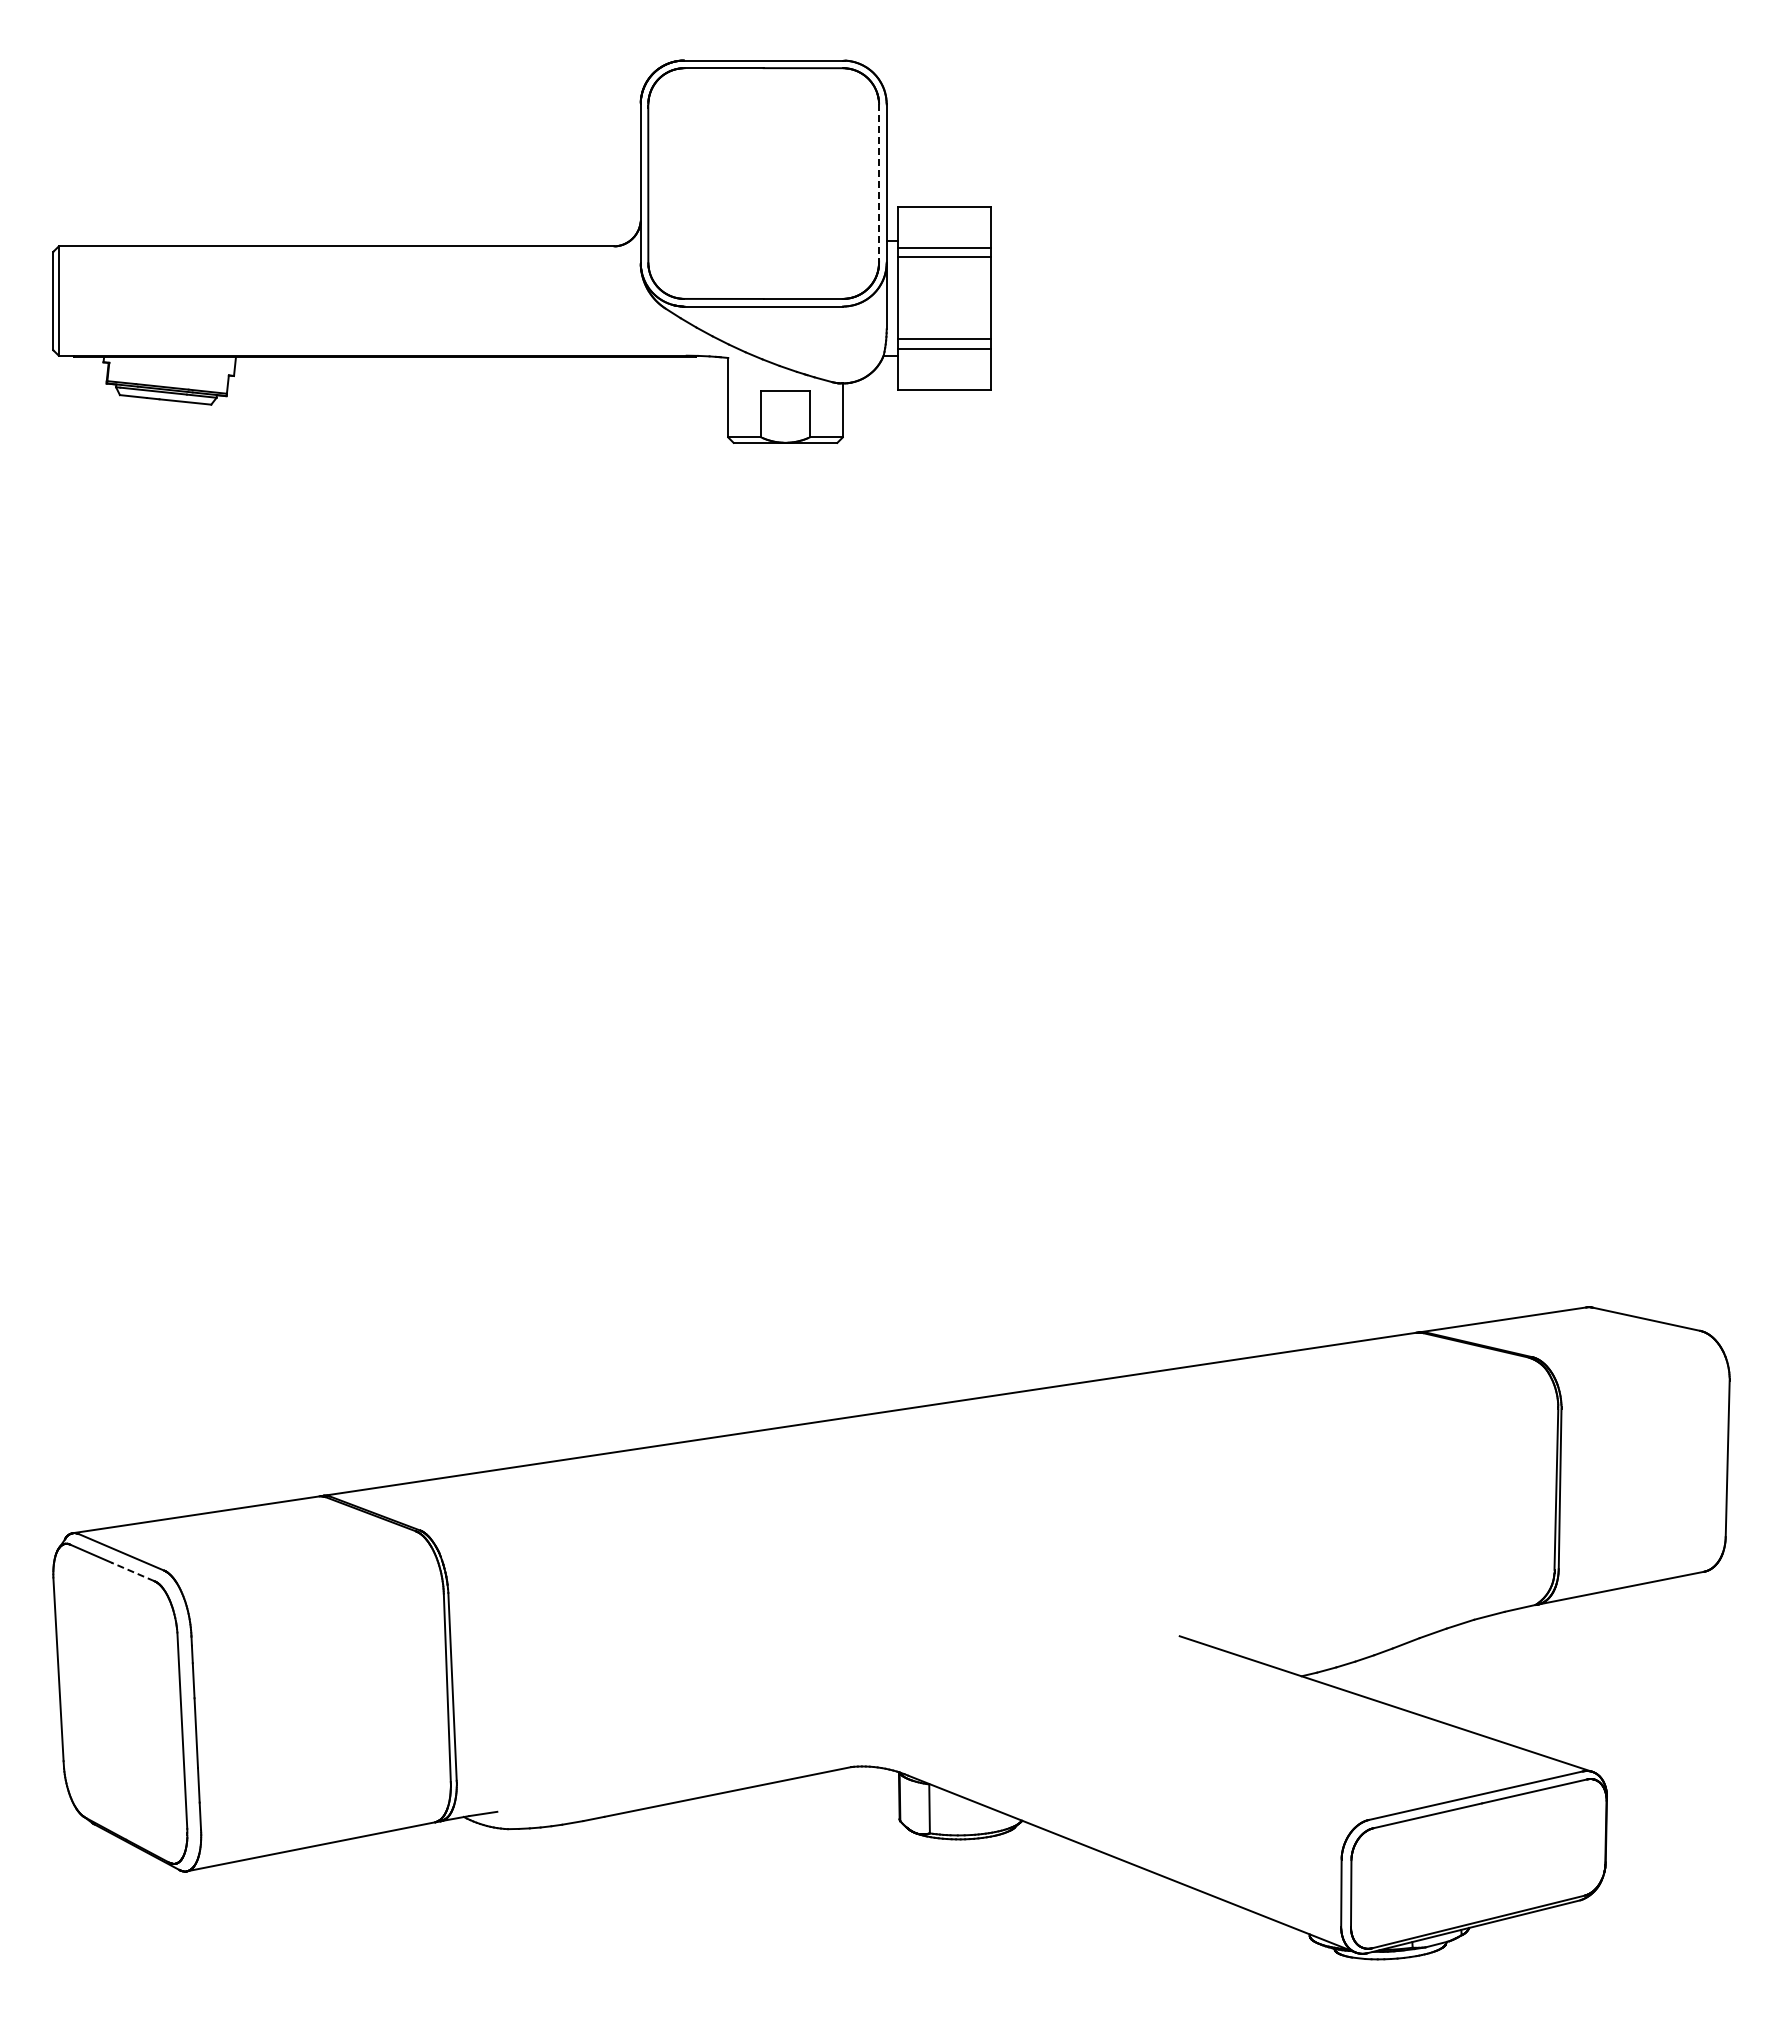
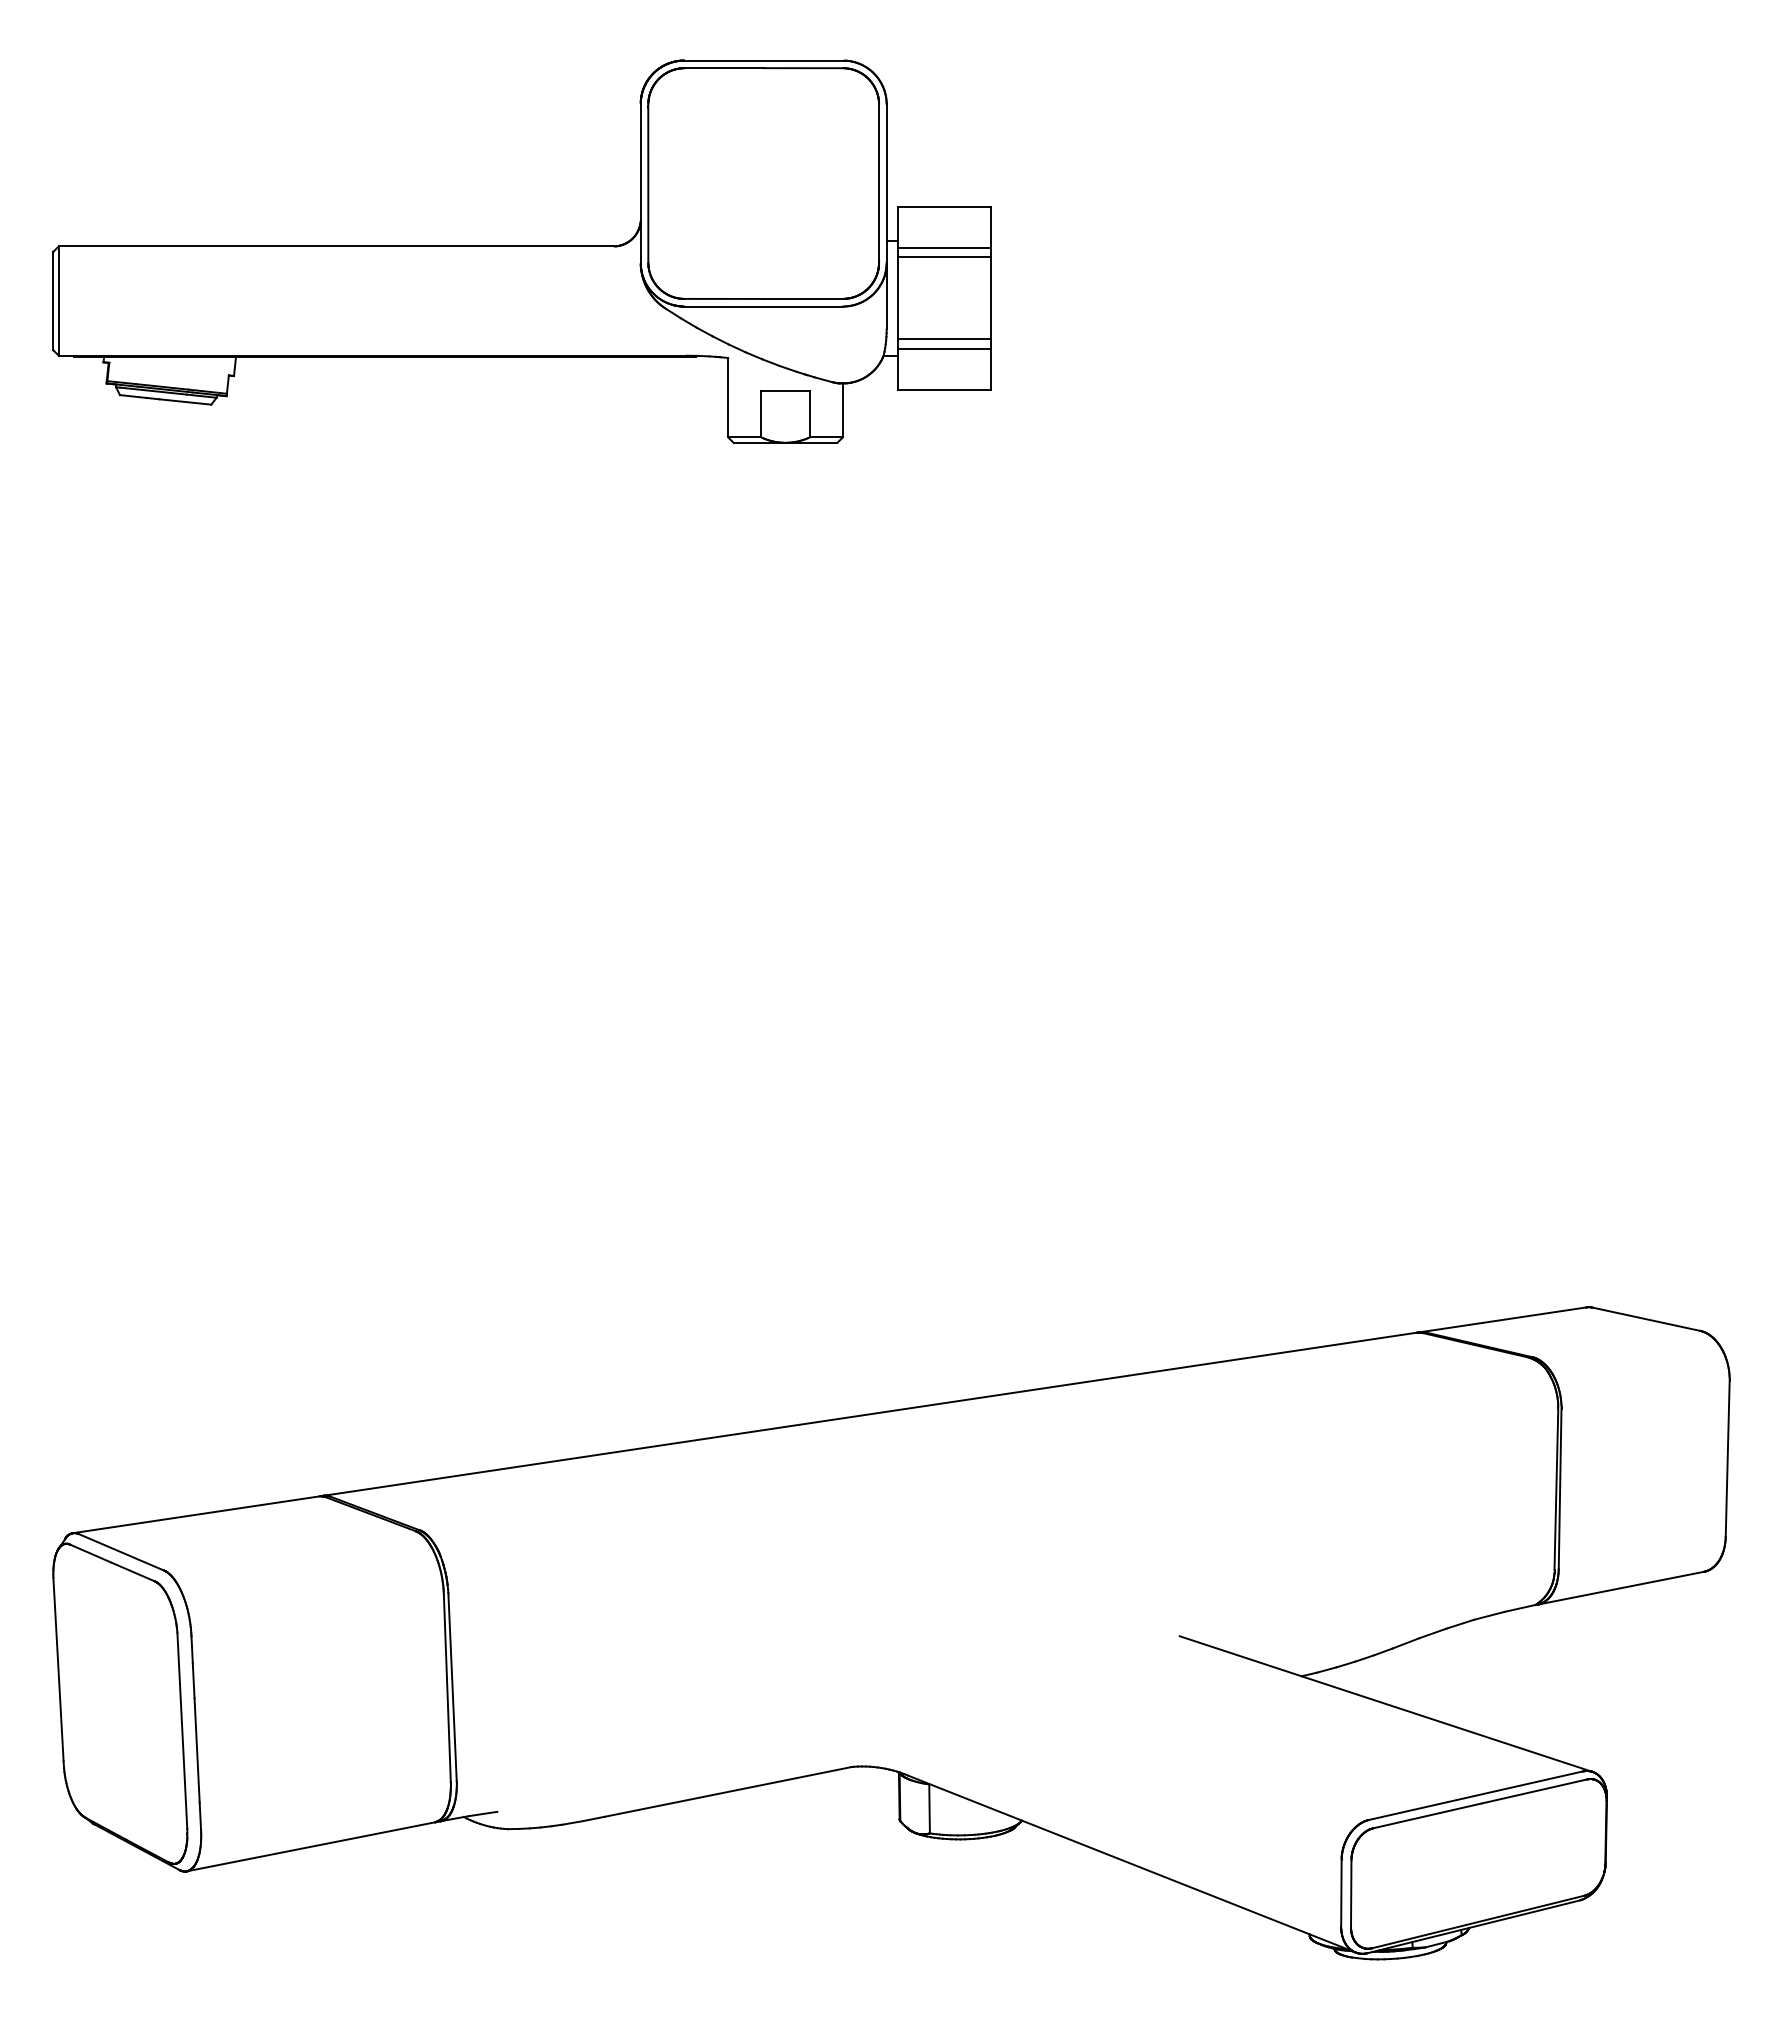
line at (879, 181): dashed -> solid
line at (132, 1571): dashed -> solid
